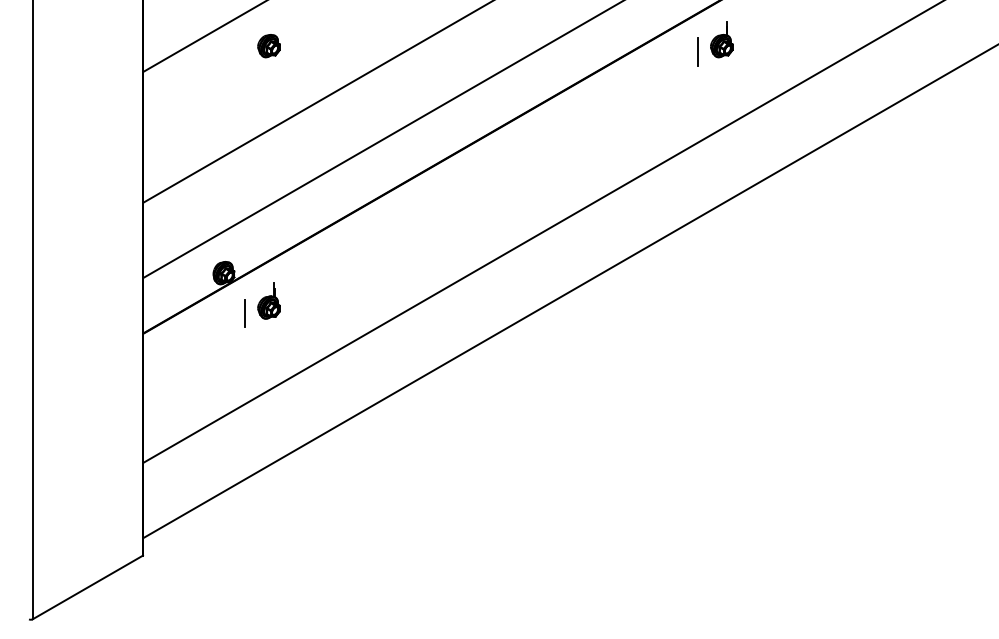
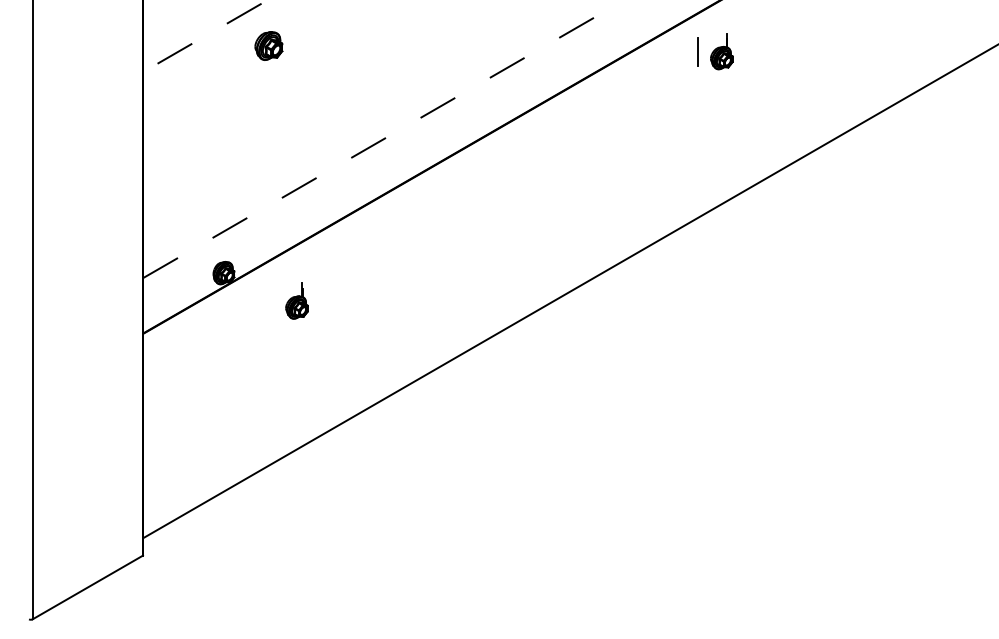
line at (205, 36): solid -> dashed
part at (721, 39) position: (721, 39) -> (721, 51)
part at (268, 46) size: 24x25 px -> 30x30 px
line at (316, 102): present -> none
line at (384, 139): solid -> dashed
line at (542, 232): present -> none
part at (268, 300) position: (268, 300) -> (296, 300)
line at (245, 313): present -> none
